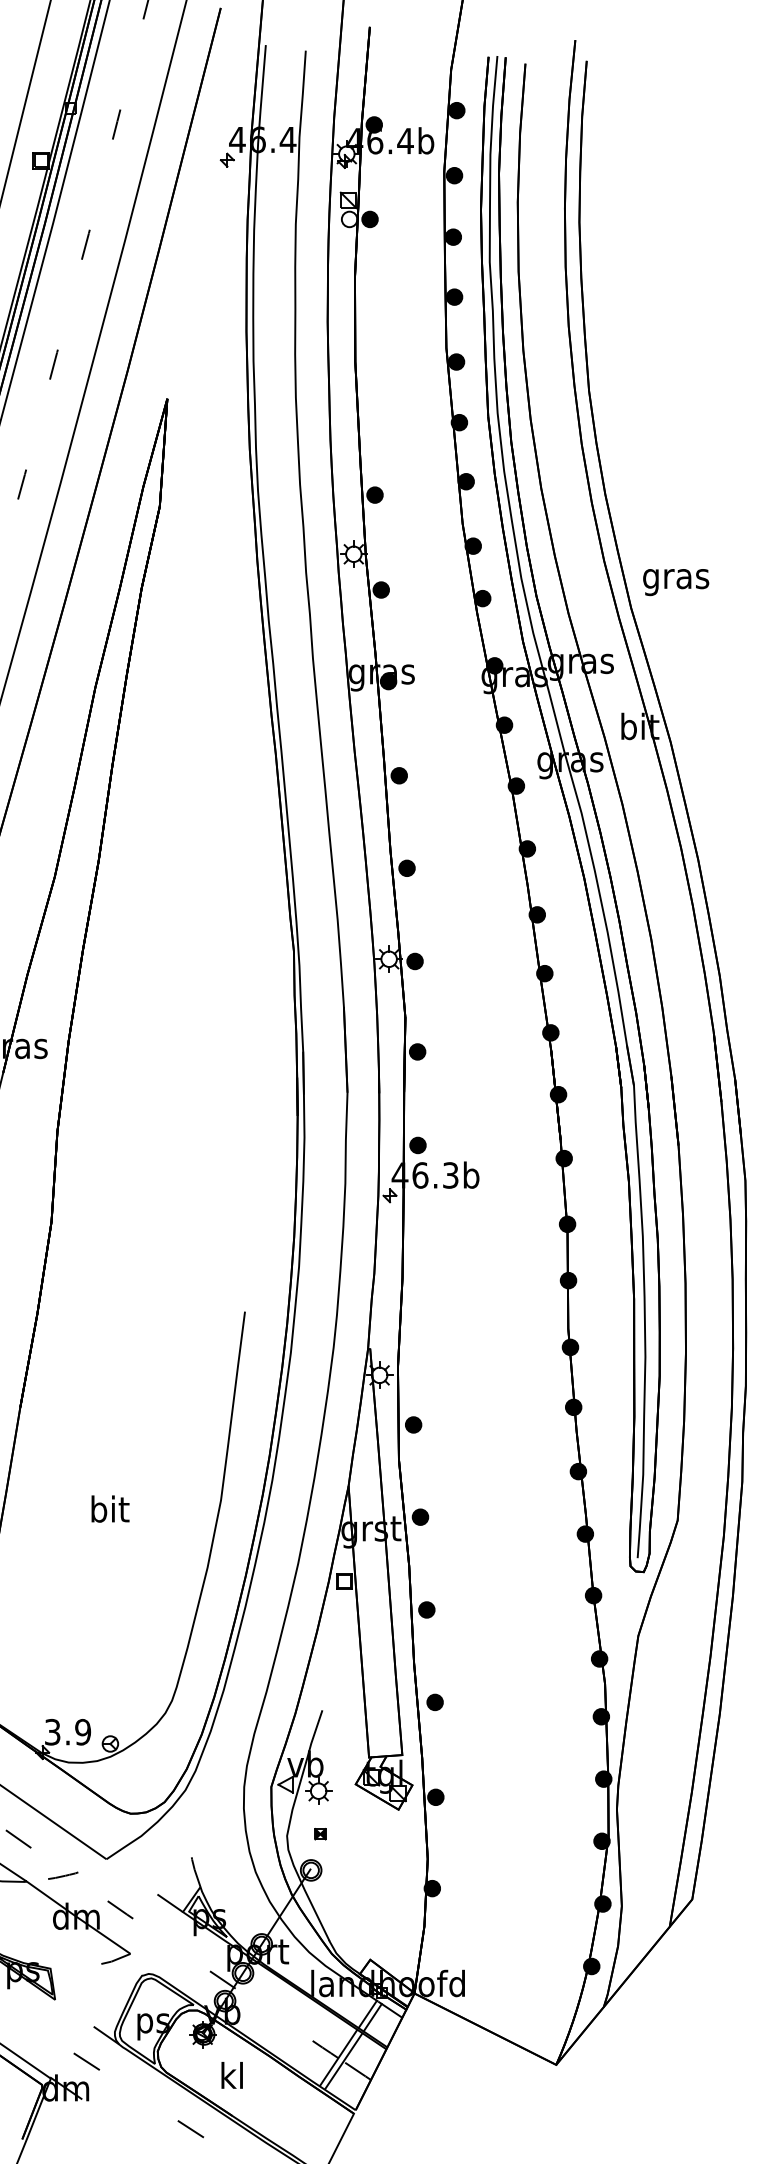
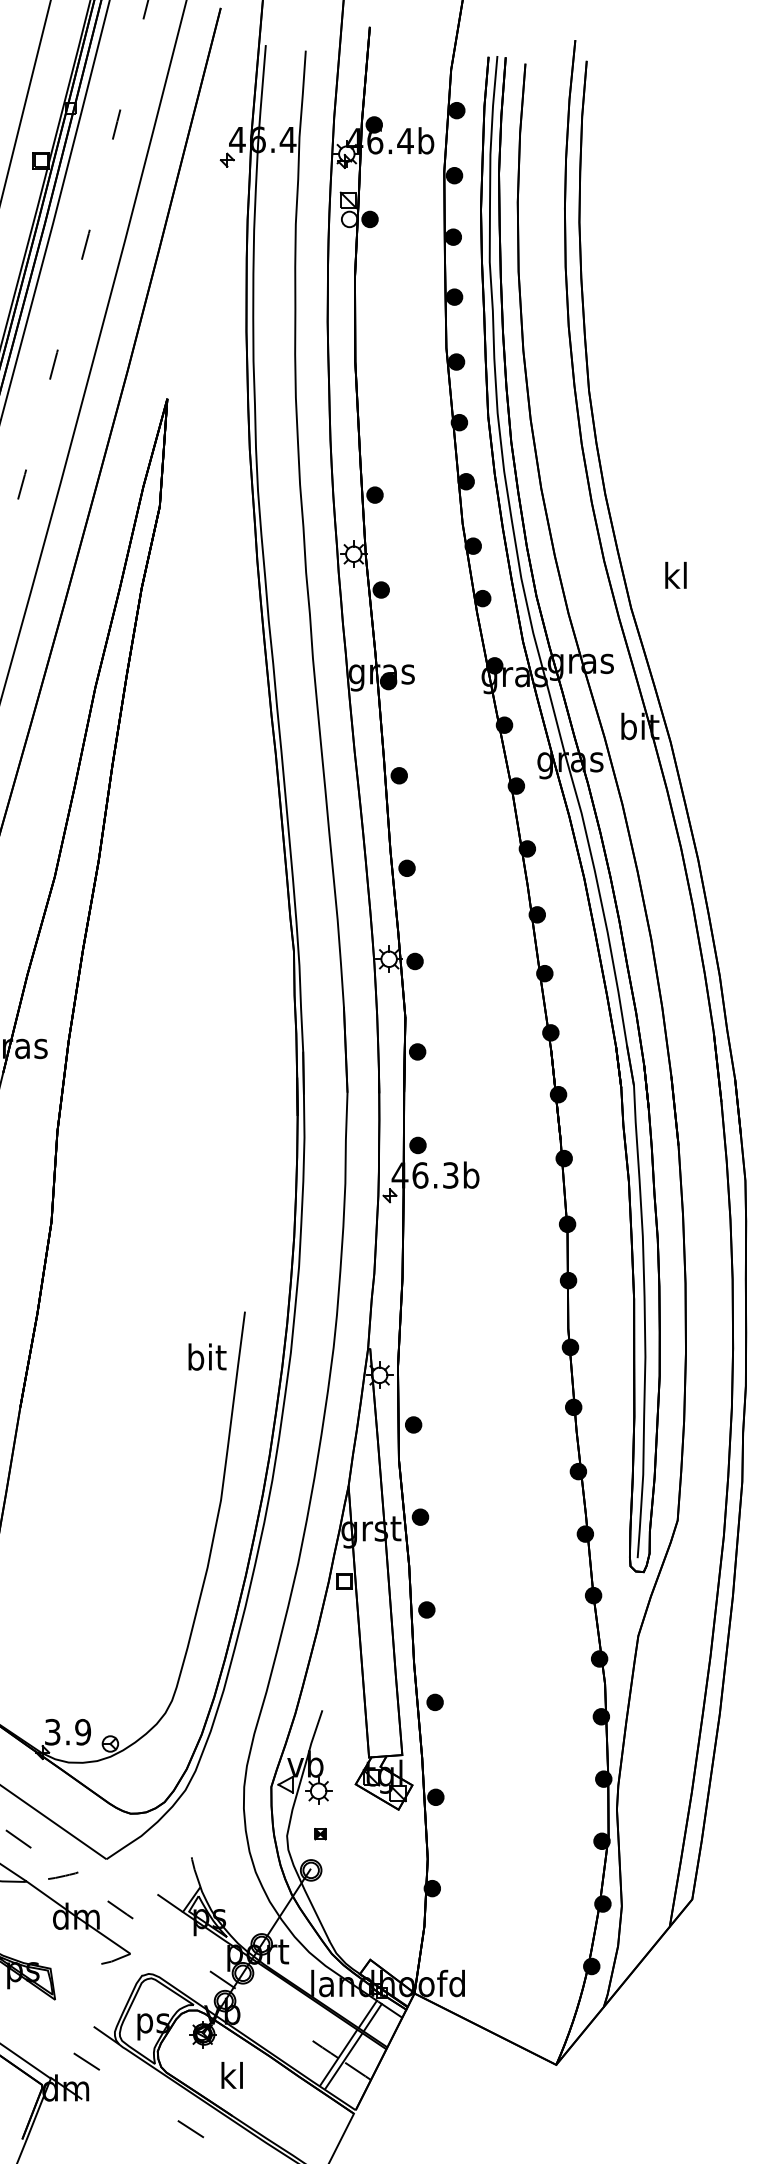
text at (676, 578): gras -> kl
text at (110, 1508) position: (110, 1508) -> (207, 1356)
